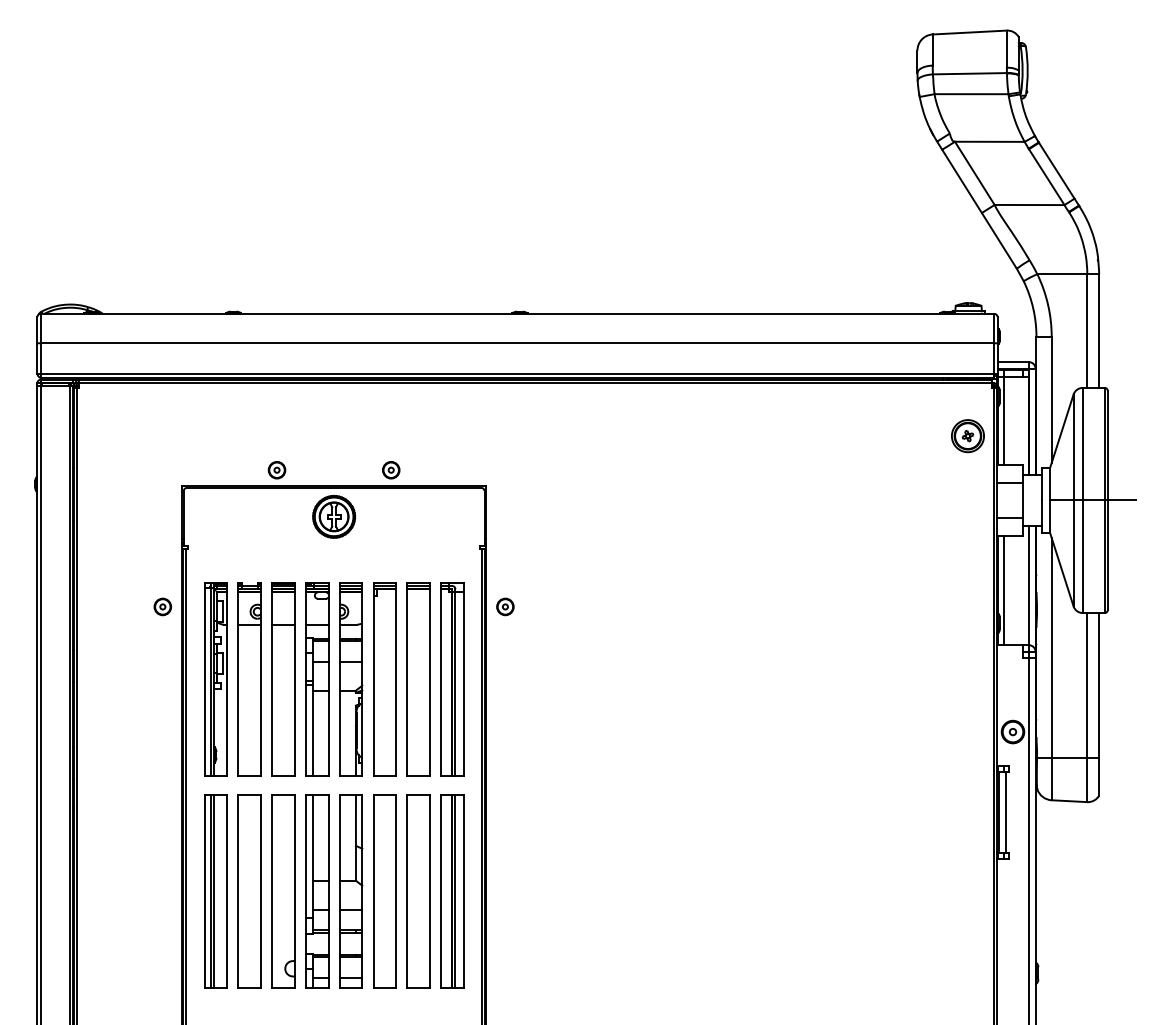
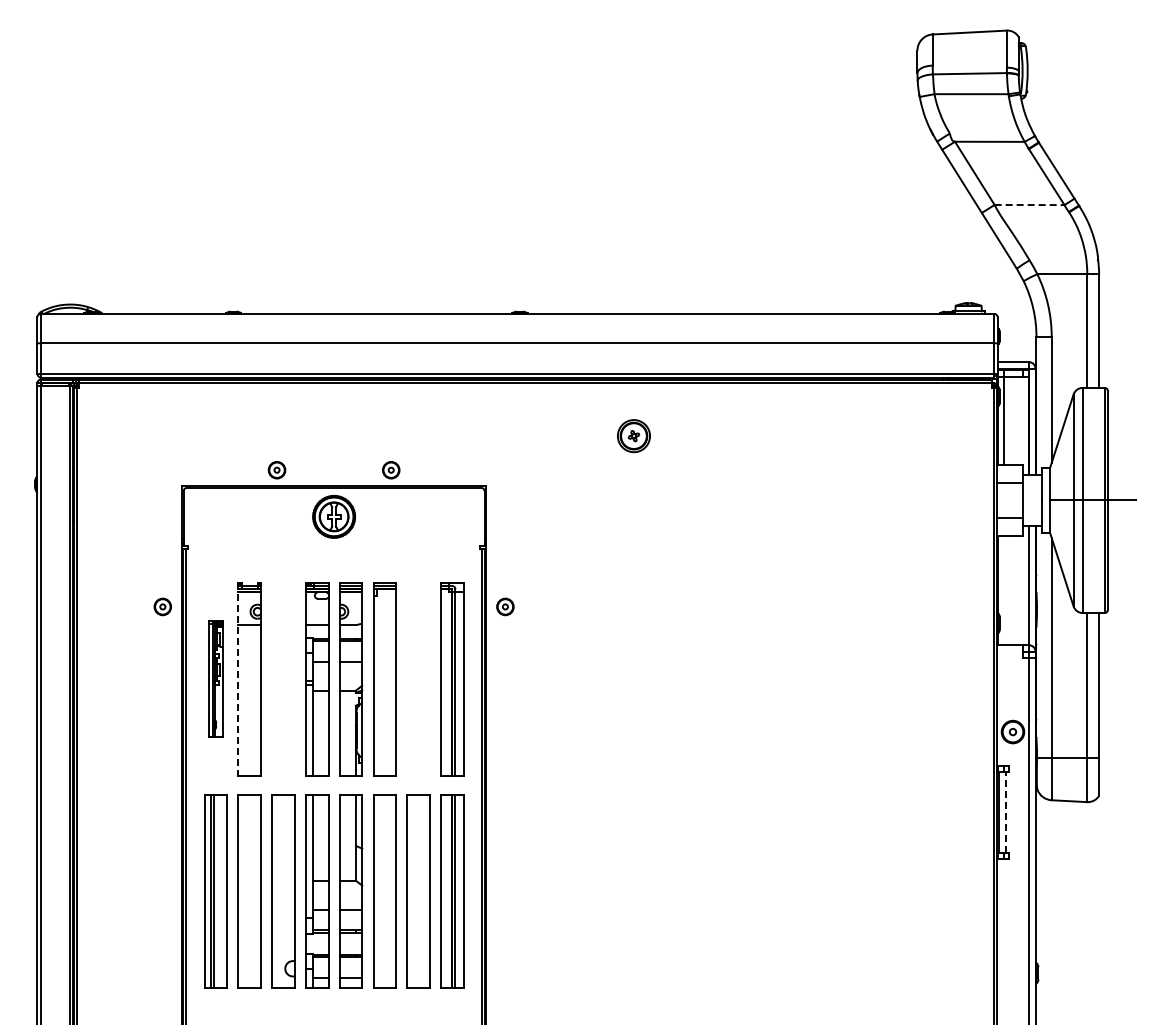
line at (1029, 205): solid -> dashed
part at (967, 436) position: (967, 436) -> (633, 436)
line at (1003, 590): present -> none
part at (215, 679) size: 24x195 px -> 16x118 px
line at (238, 679): solid -> dashed
part at (283, 679): present -> none
part at (418, 679): present -> none
line at (1005, 811): solid -> dashed
